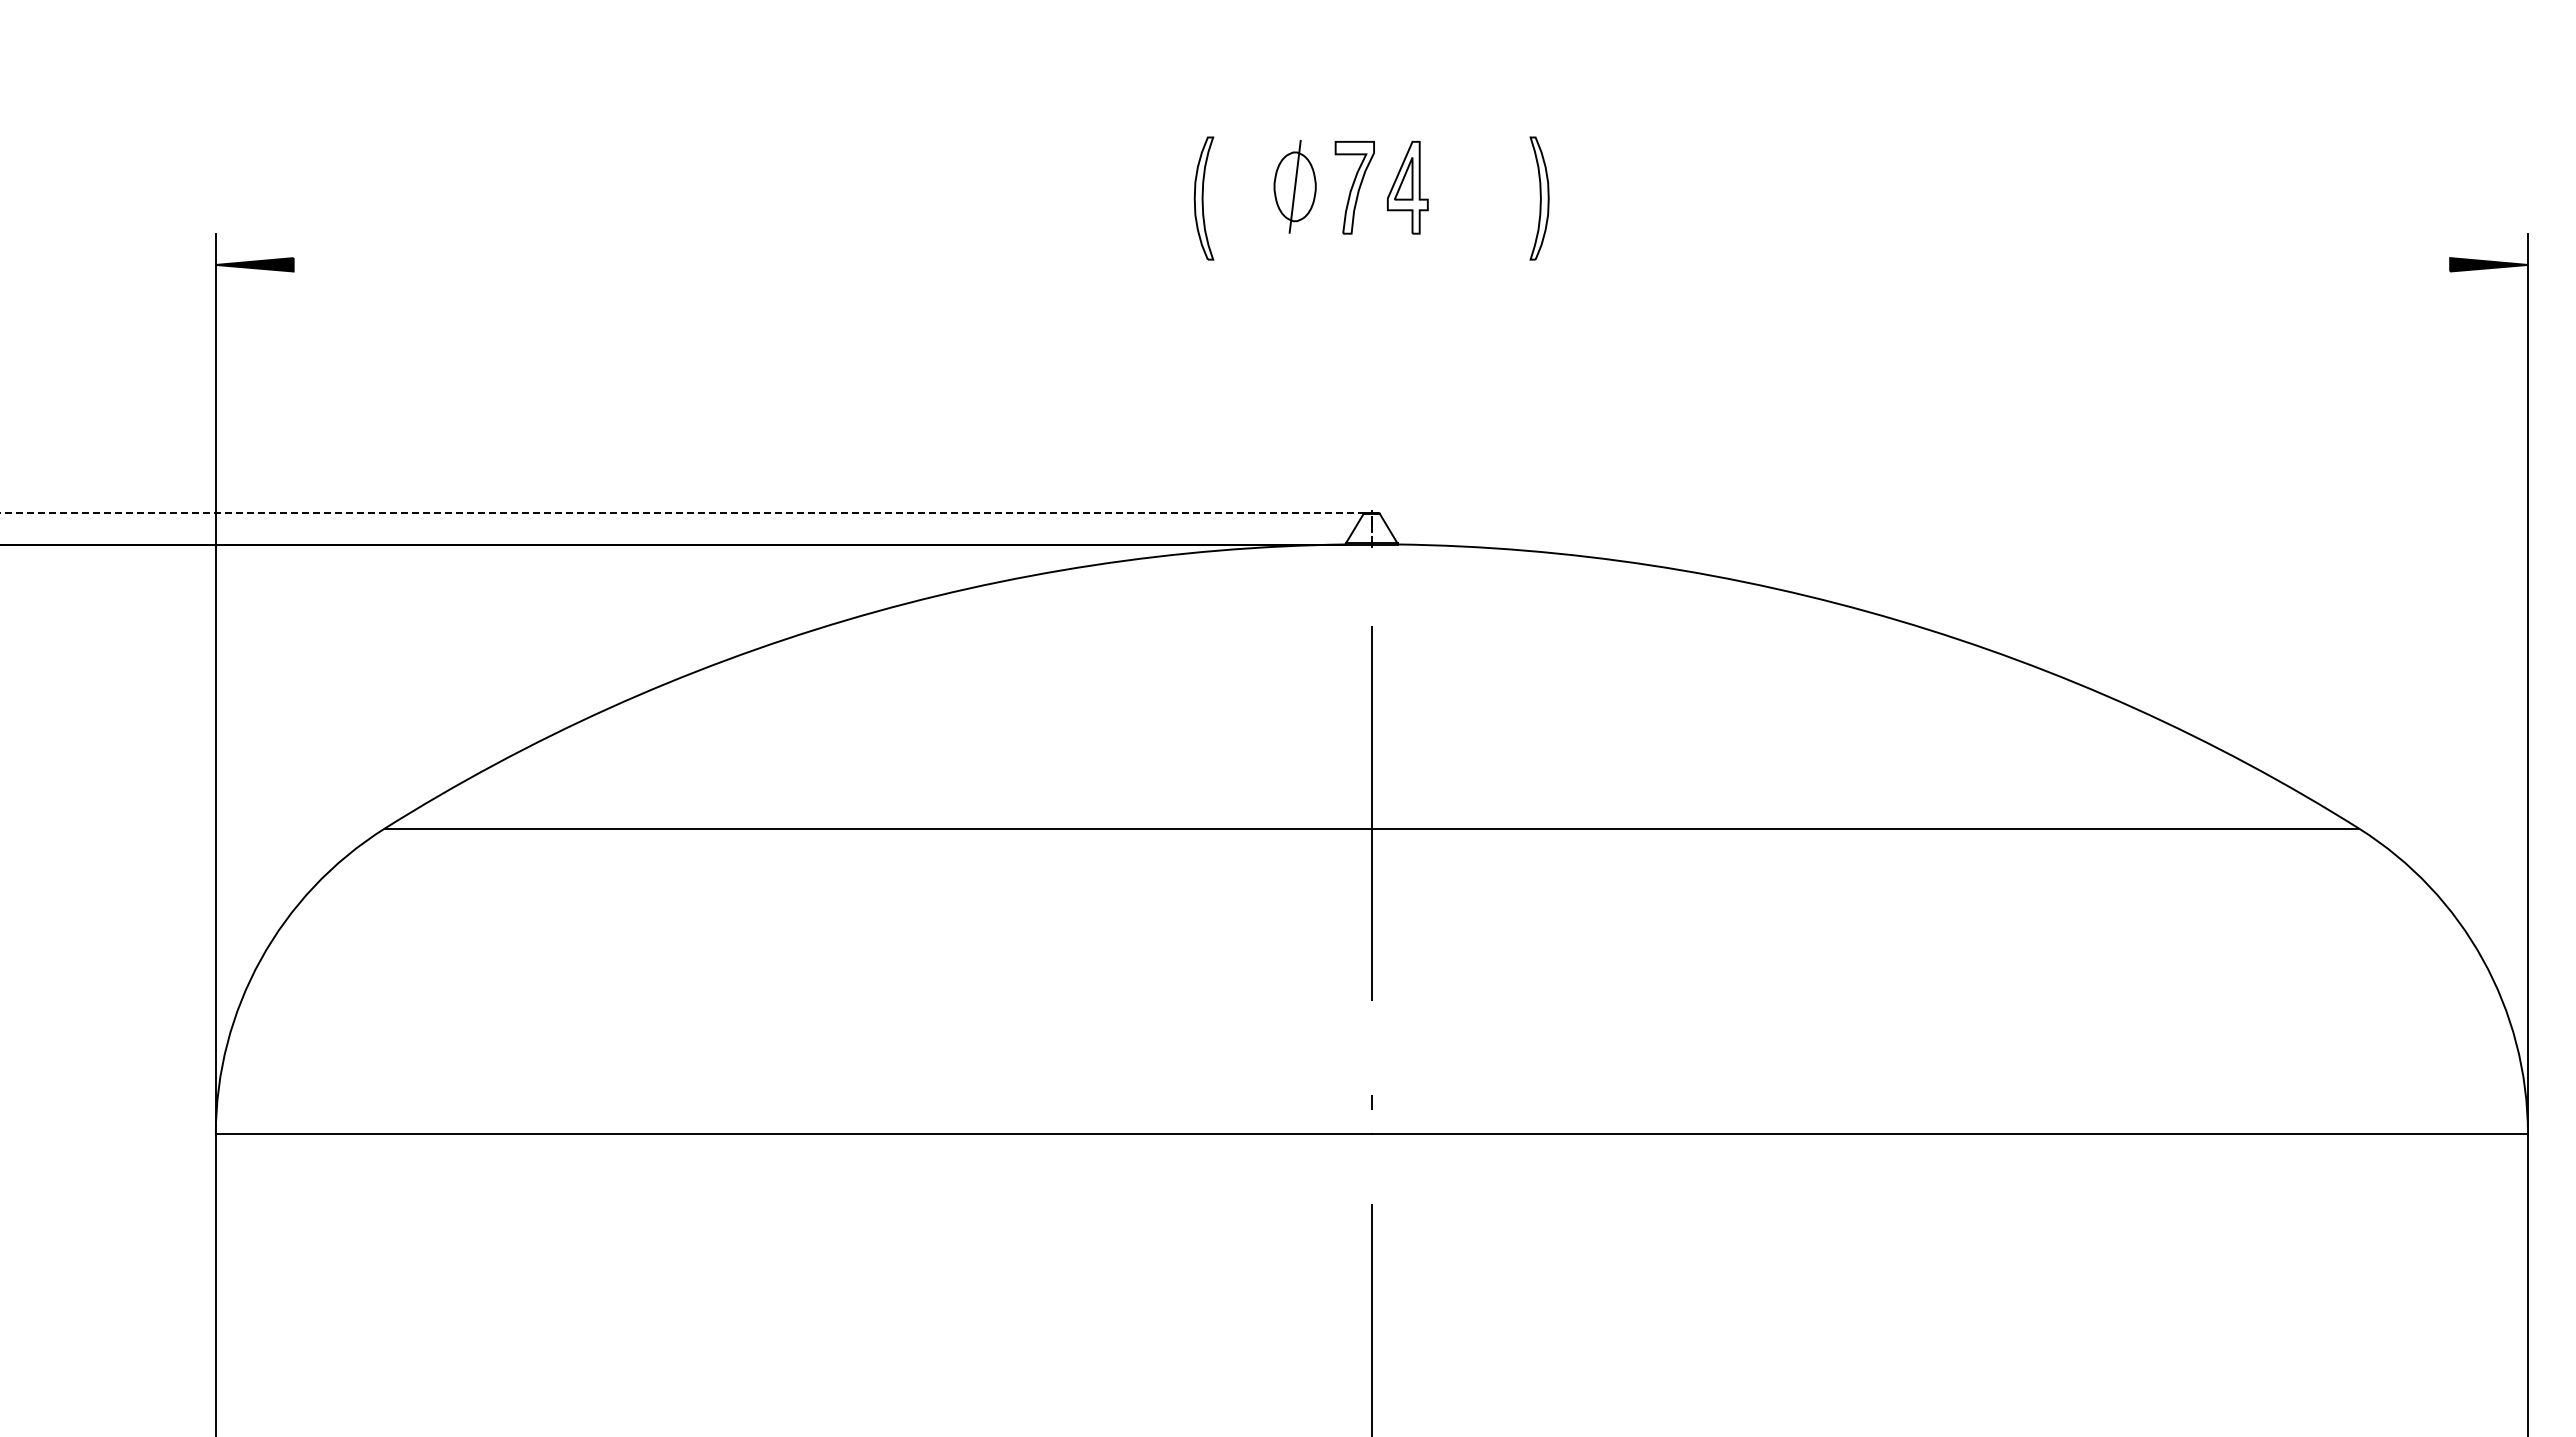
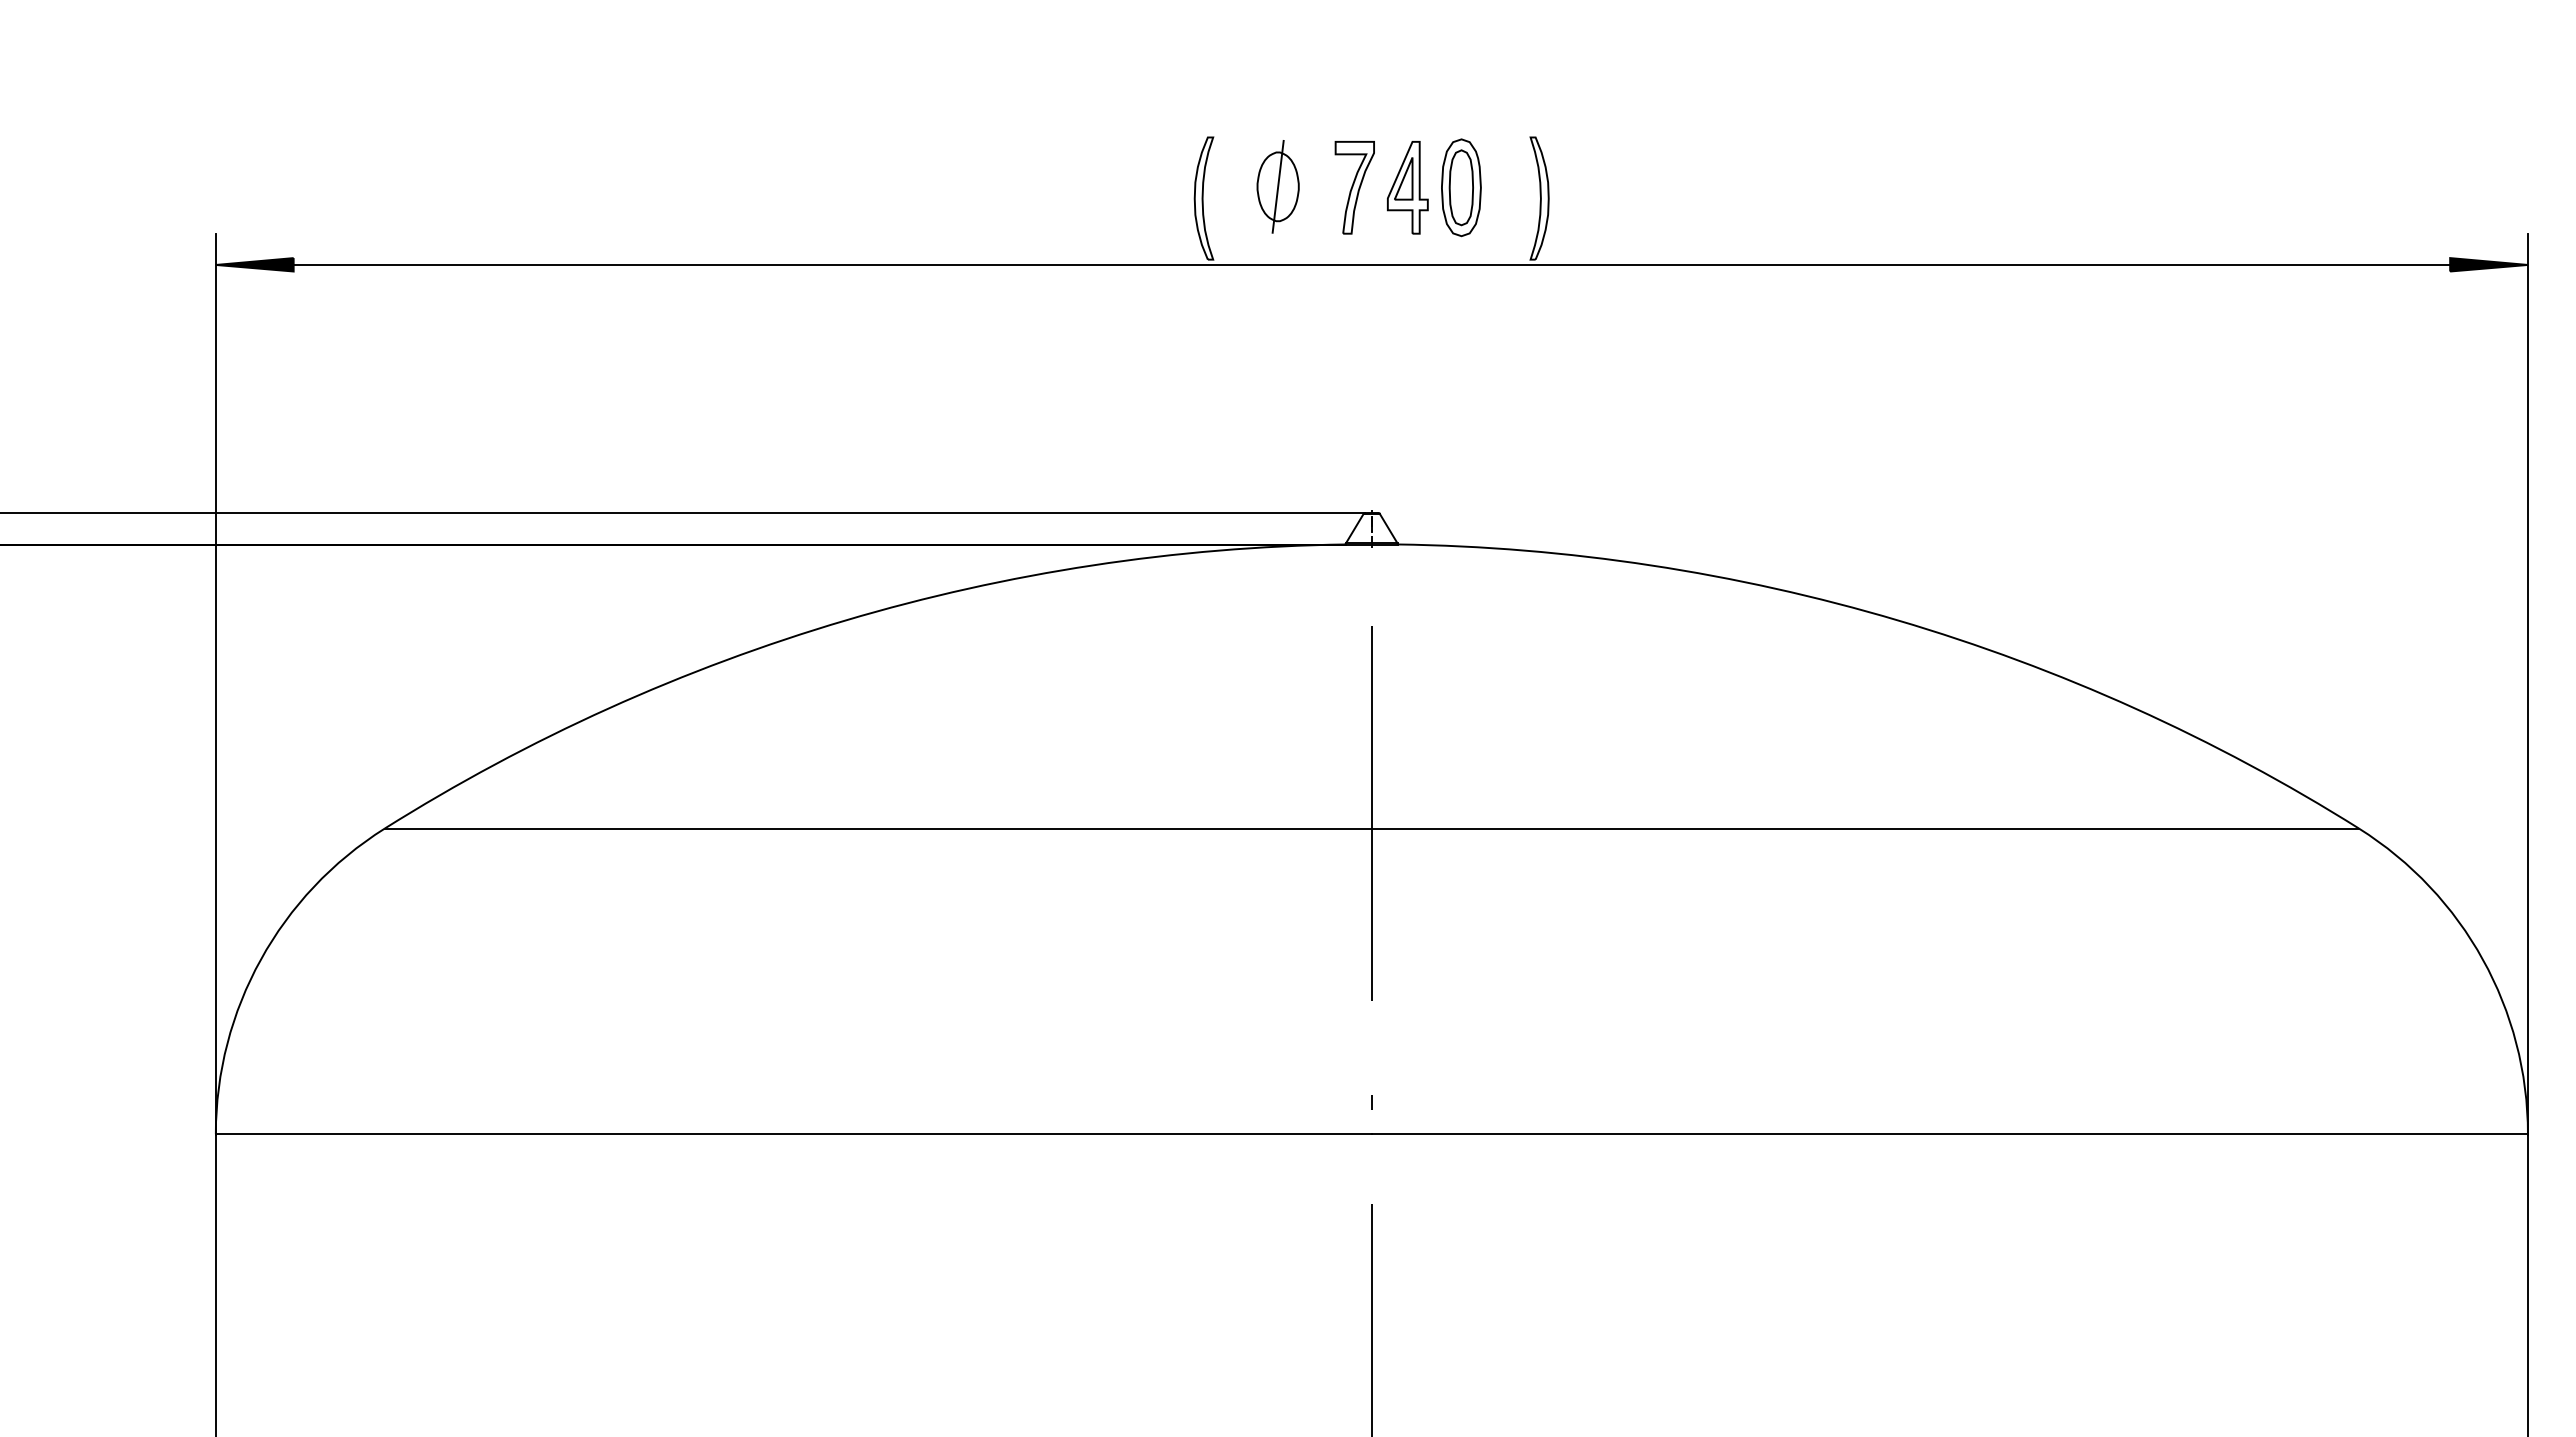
part at (1294, 186) position: (1294, 186) -> (1277, 186)
part at (1461, 187): none -> present
line at (1371, 264): none -> present
line at (682, 513): dashed -> solid
